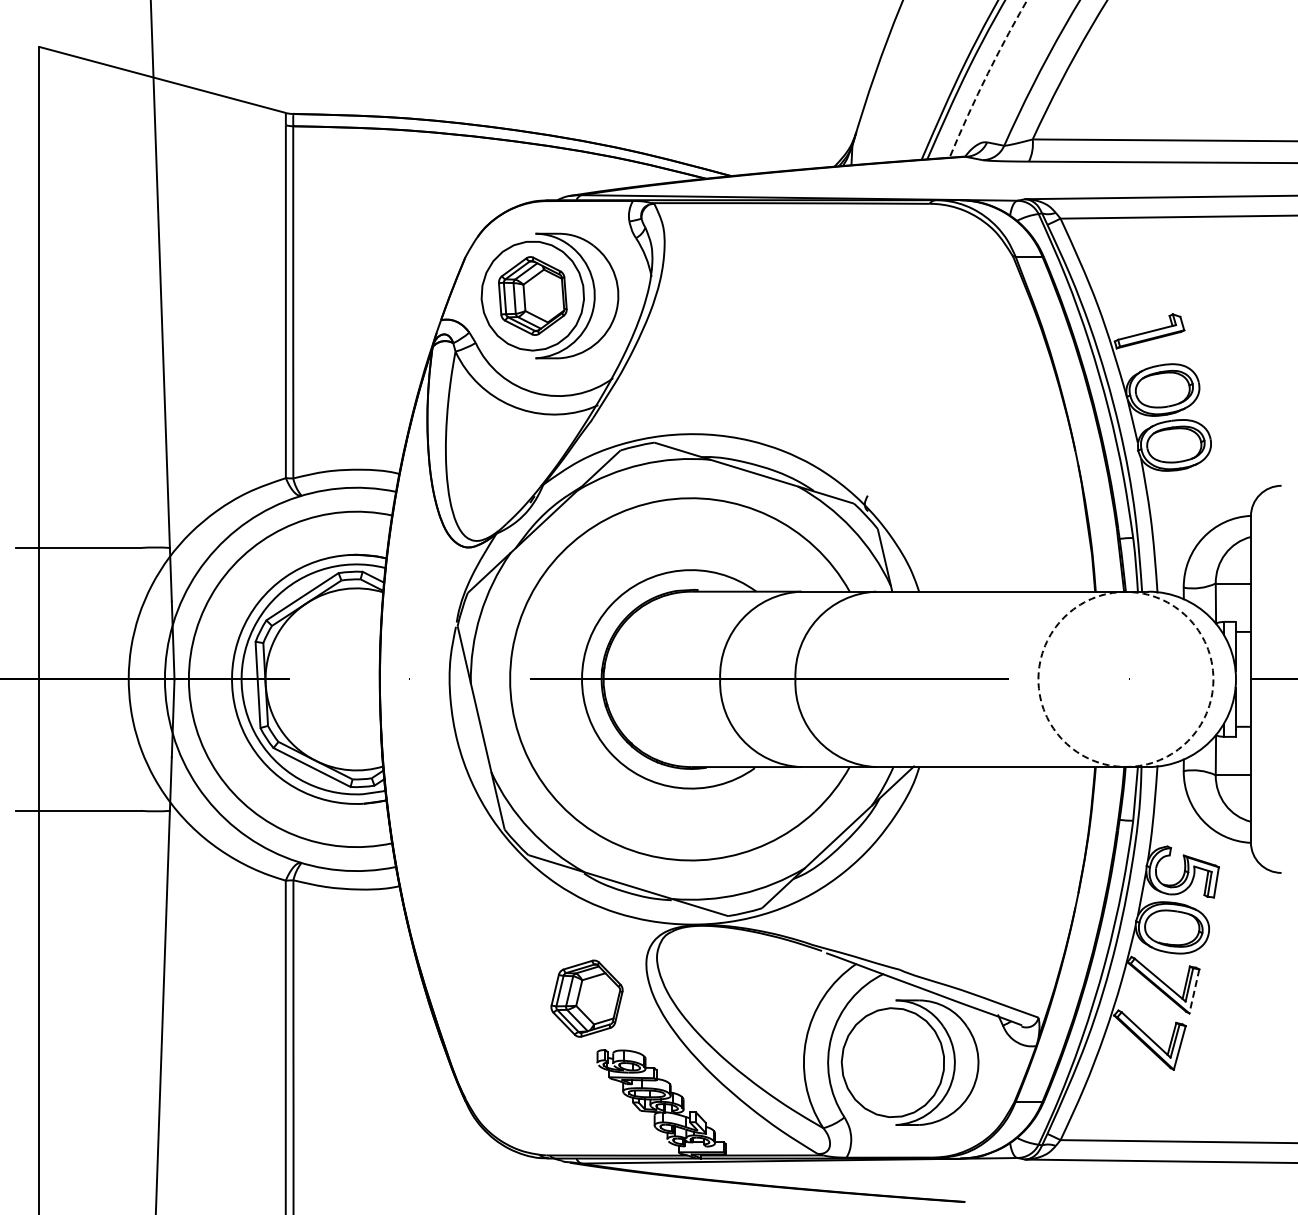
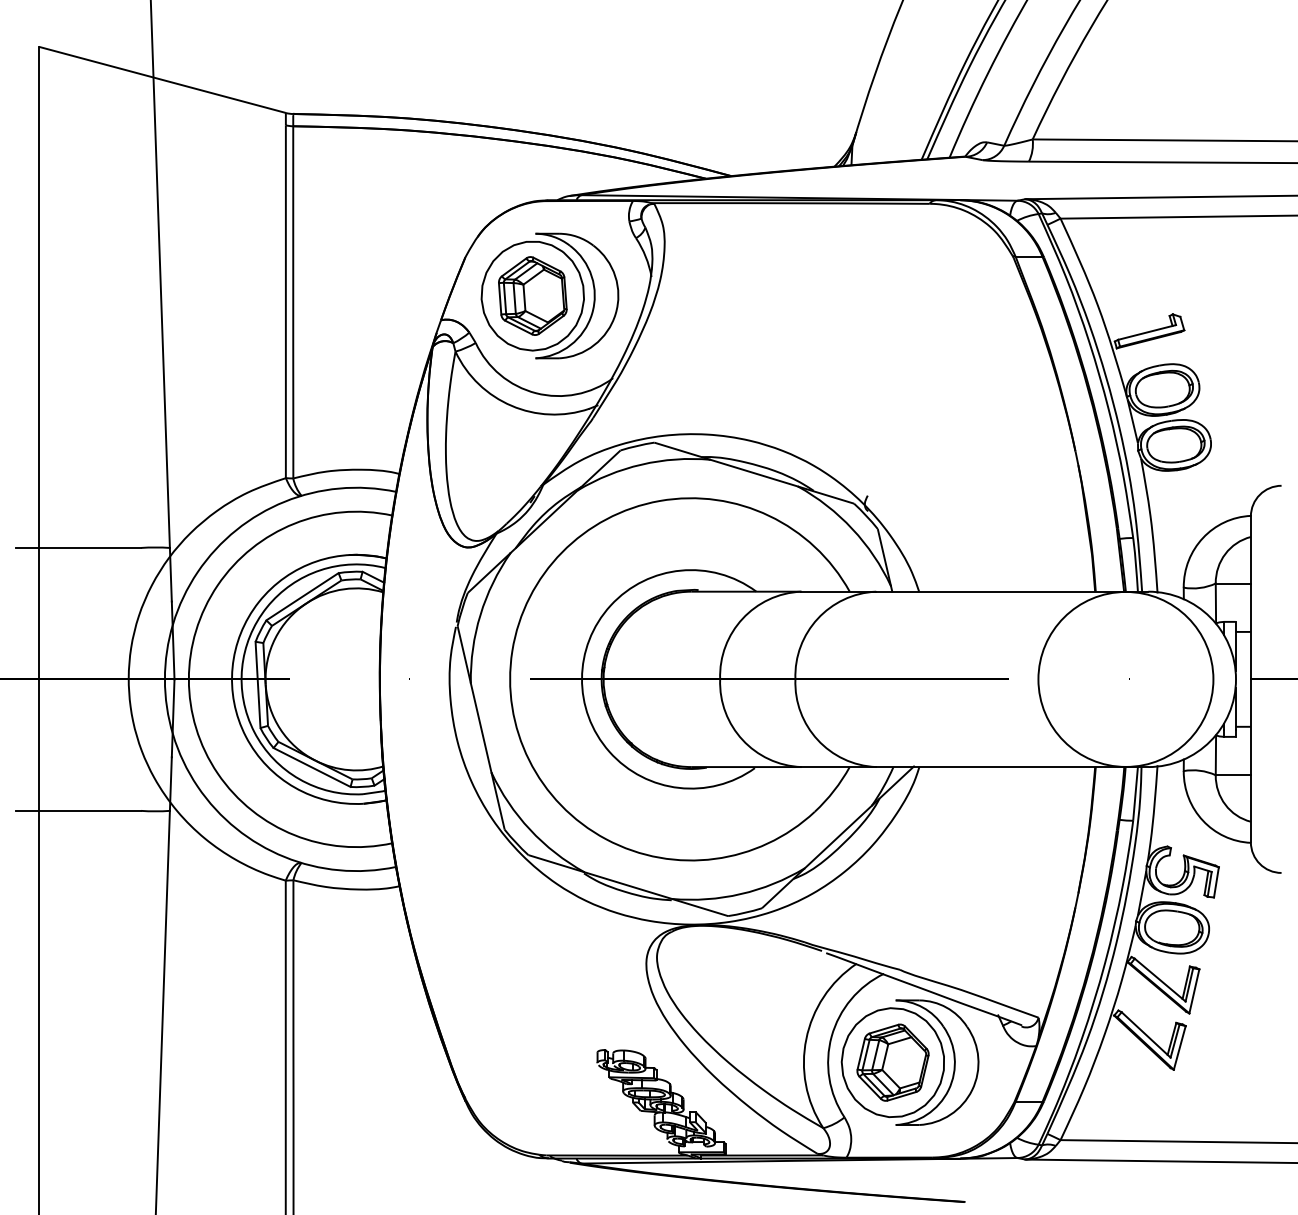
arc at (985, 78): dashed -> solid
circle at (1125, 678): dashed -> solid
line at (1194, 991): dashed -> solid
part at (586, 998) position: (586, 998) -> (892, 1062)
